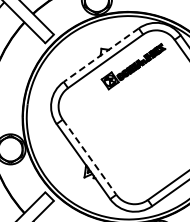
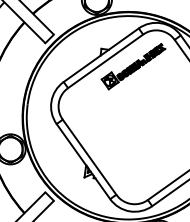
line at (100, 55): dashed -> solid
line at (89, 157): dashed -> solid
